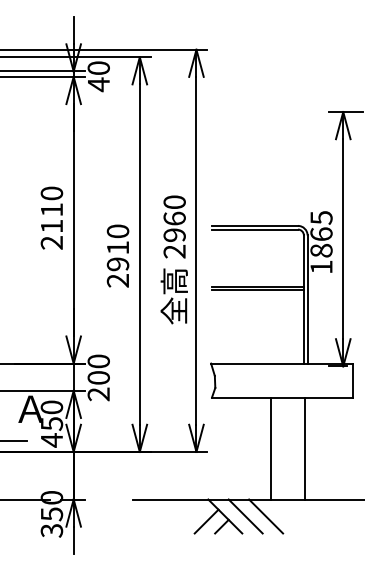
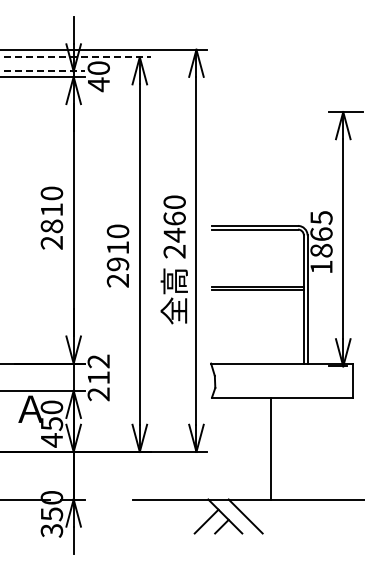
line at (75, 57): solid -> dashed
line at (42, 71): solid -> dashed
text at (51, 226): 2110 -> 2810
text at (174, 234): 2960 -> 2460
text at (98, 369): 200 -> 212
line at (14, 441): present -> none
line at (305, 448): present -> none
line at (266, 516): present -> none
